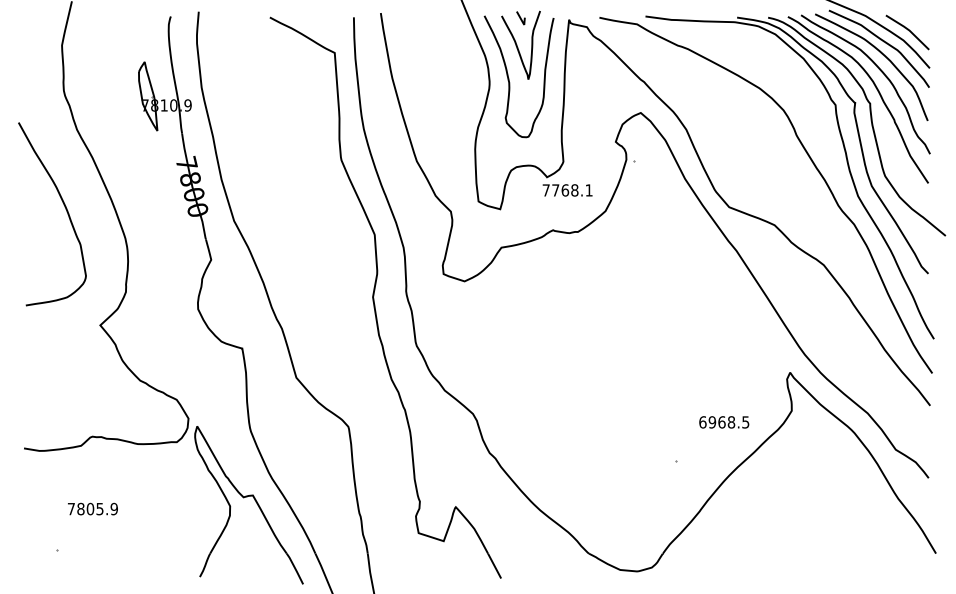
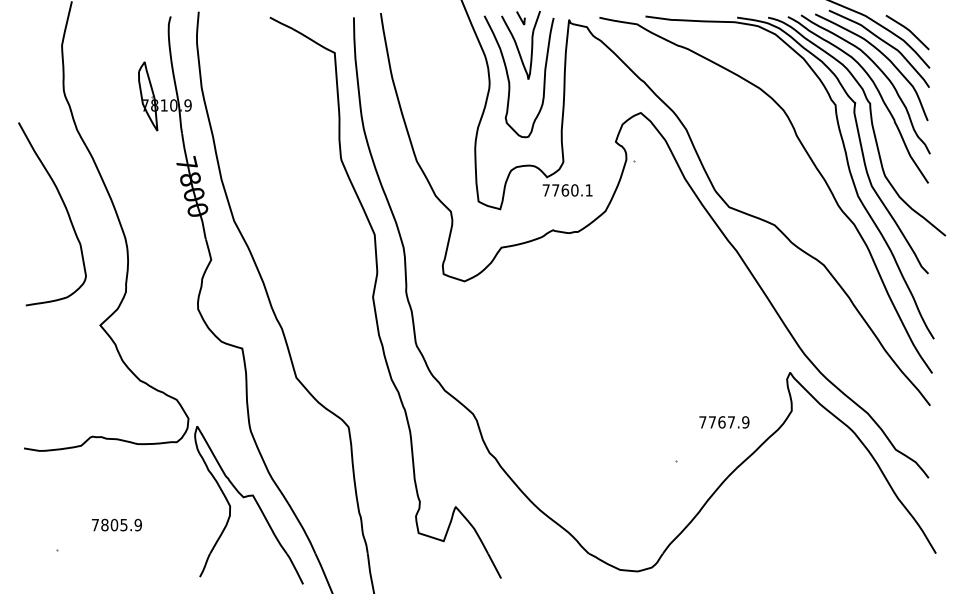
text at (574, 190): 7768.1 -> 7760.1
text at (724, 422): 6968.5 -> 7767.9
text at (92, 508) position: (92, 508) -> (116, 524)
